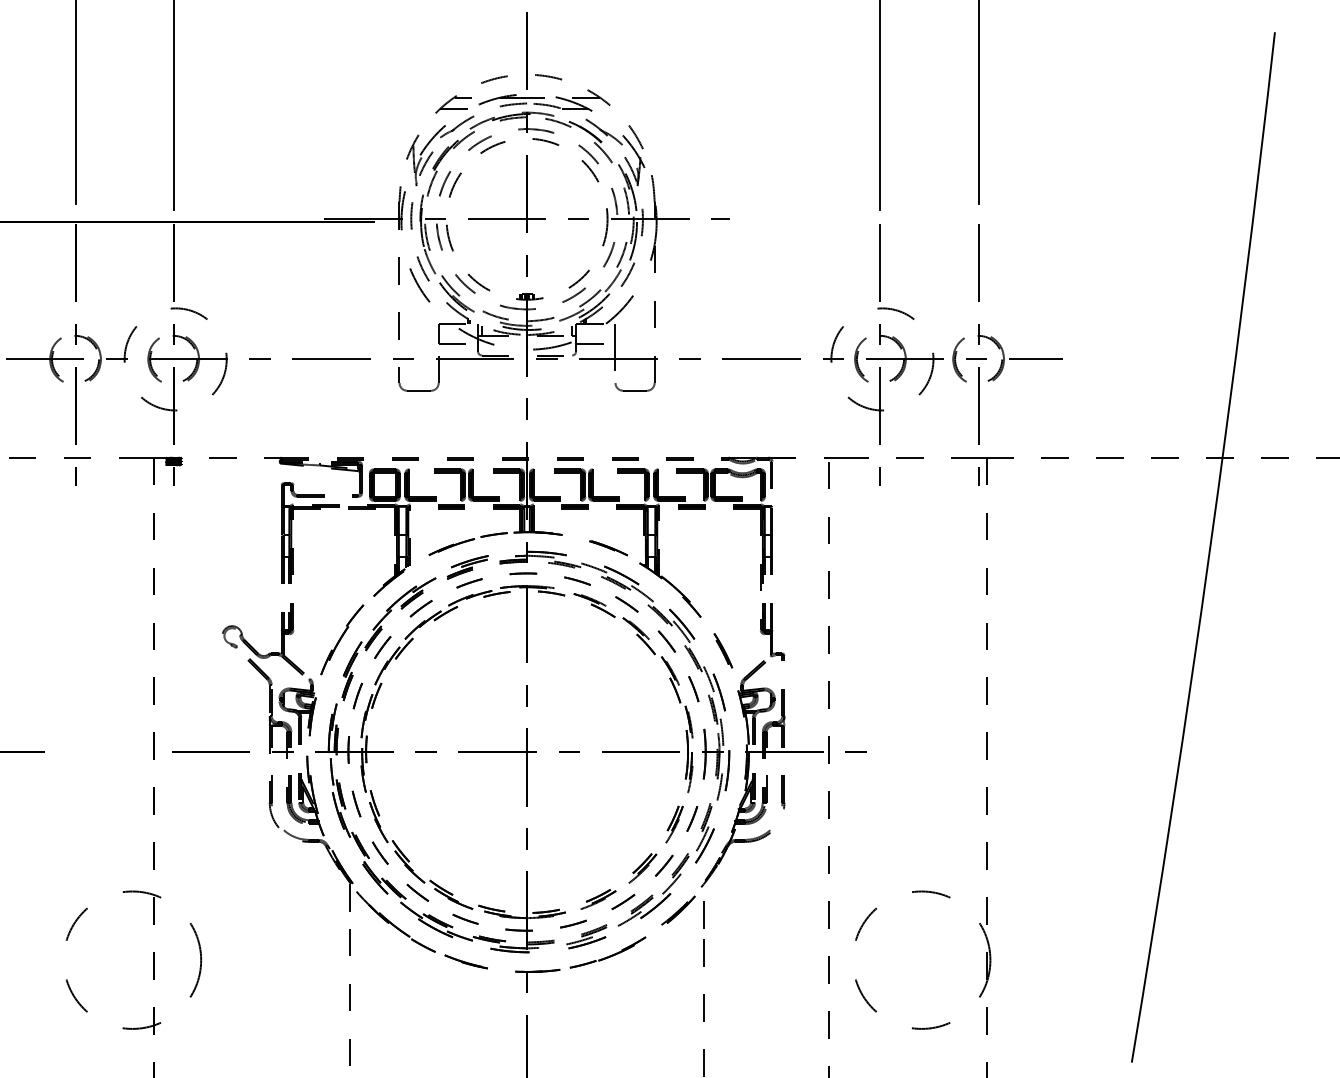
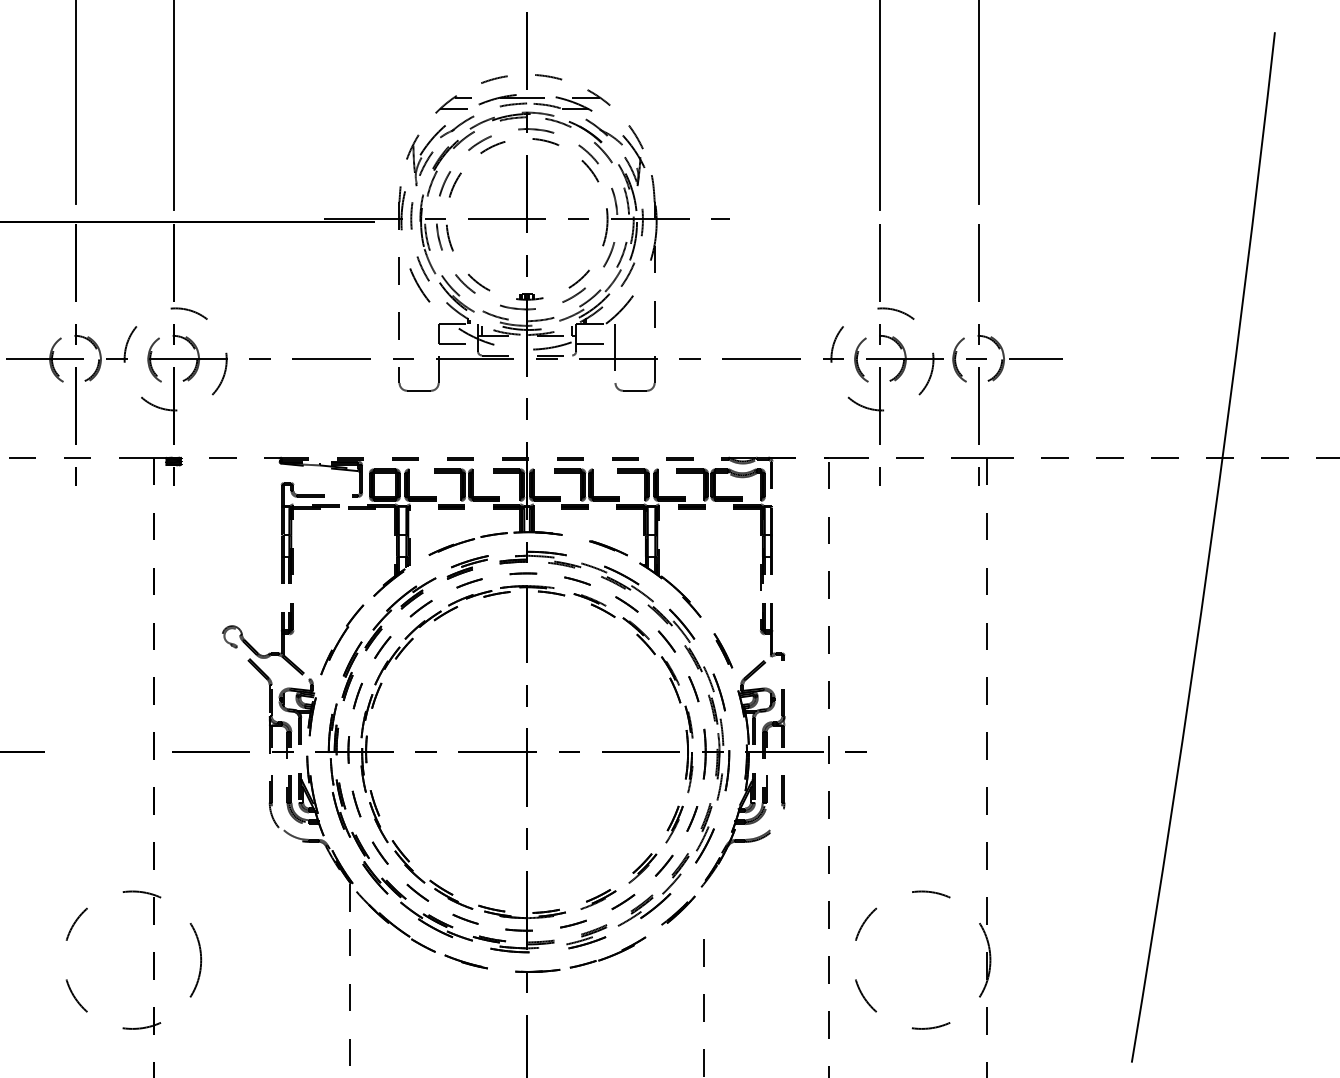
line at (703, 914): present -> none
